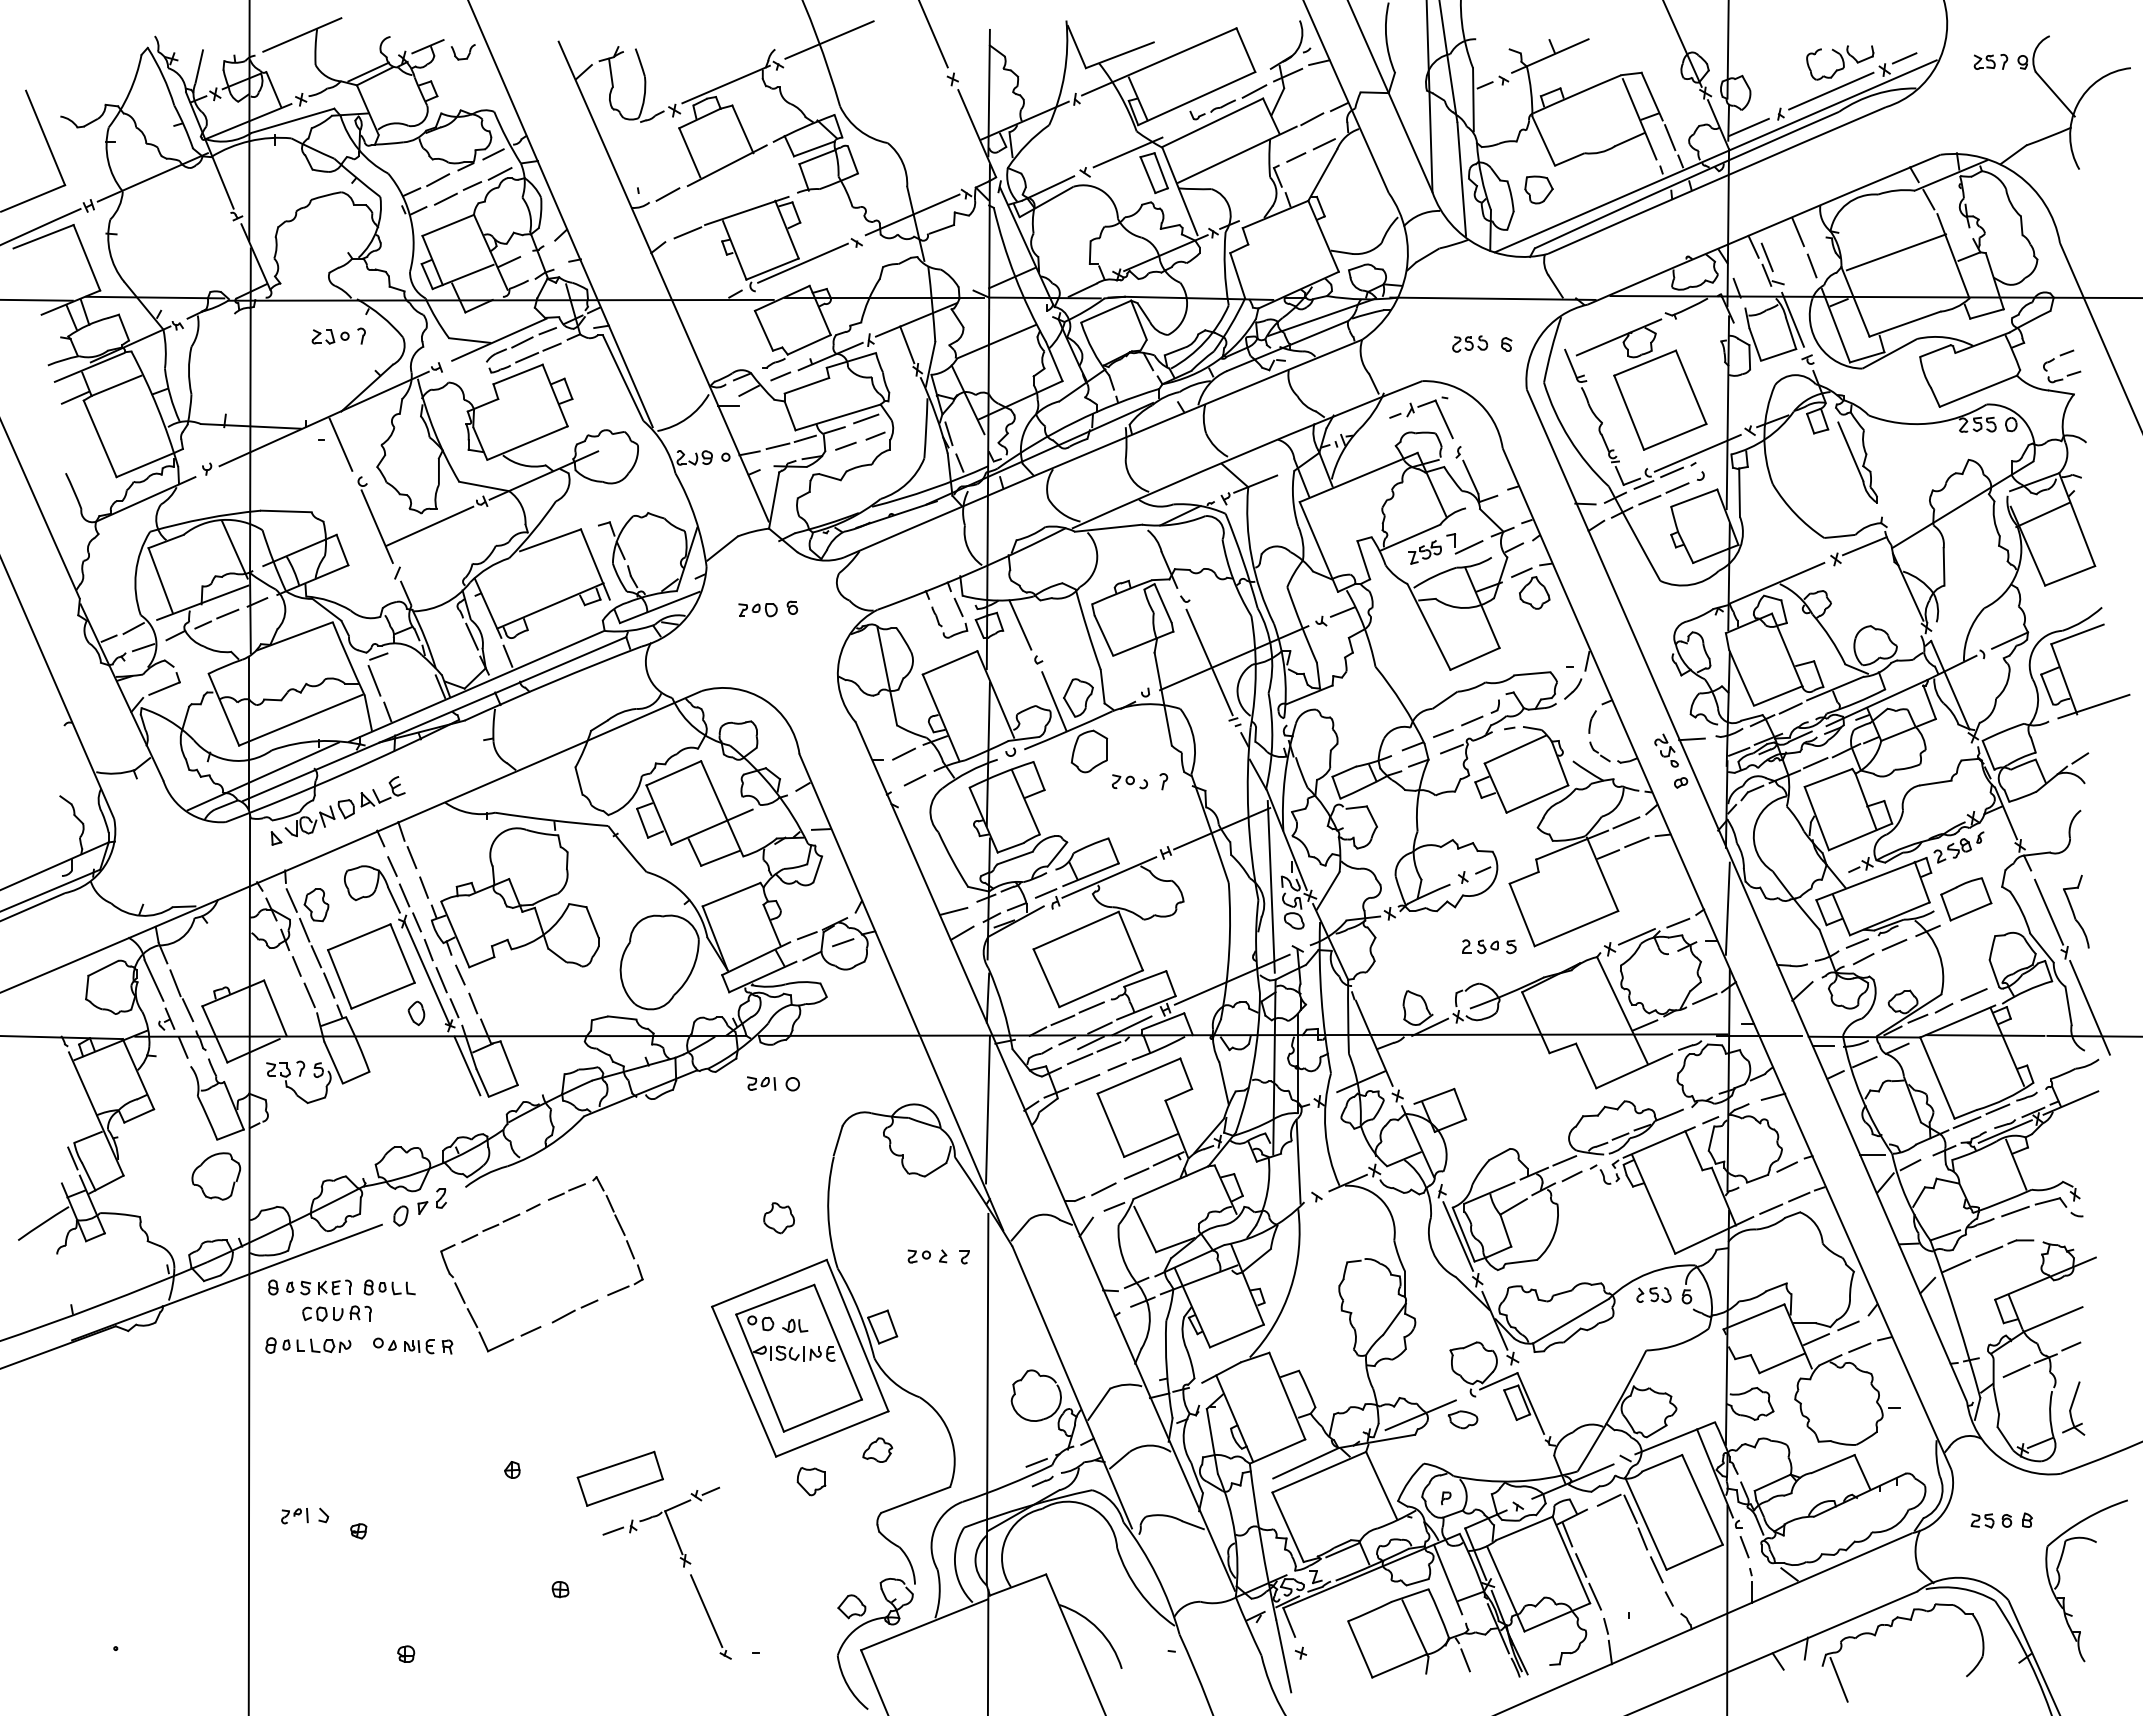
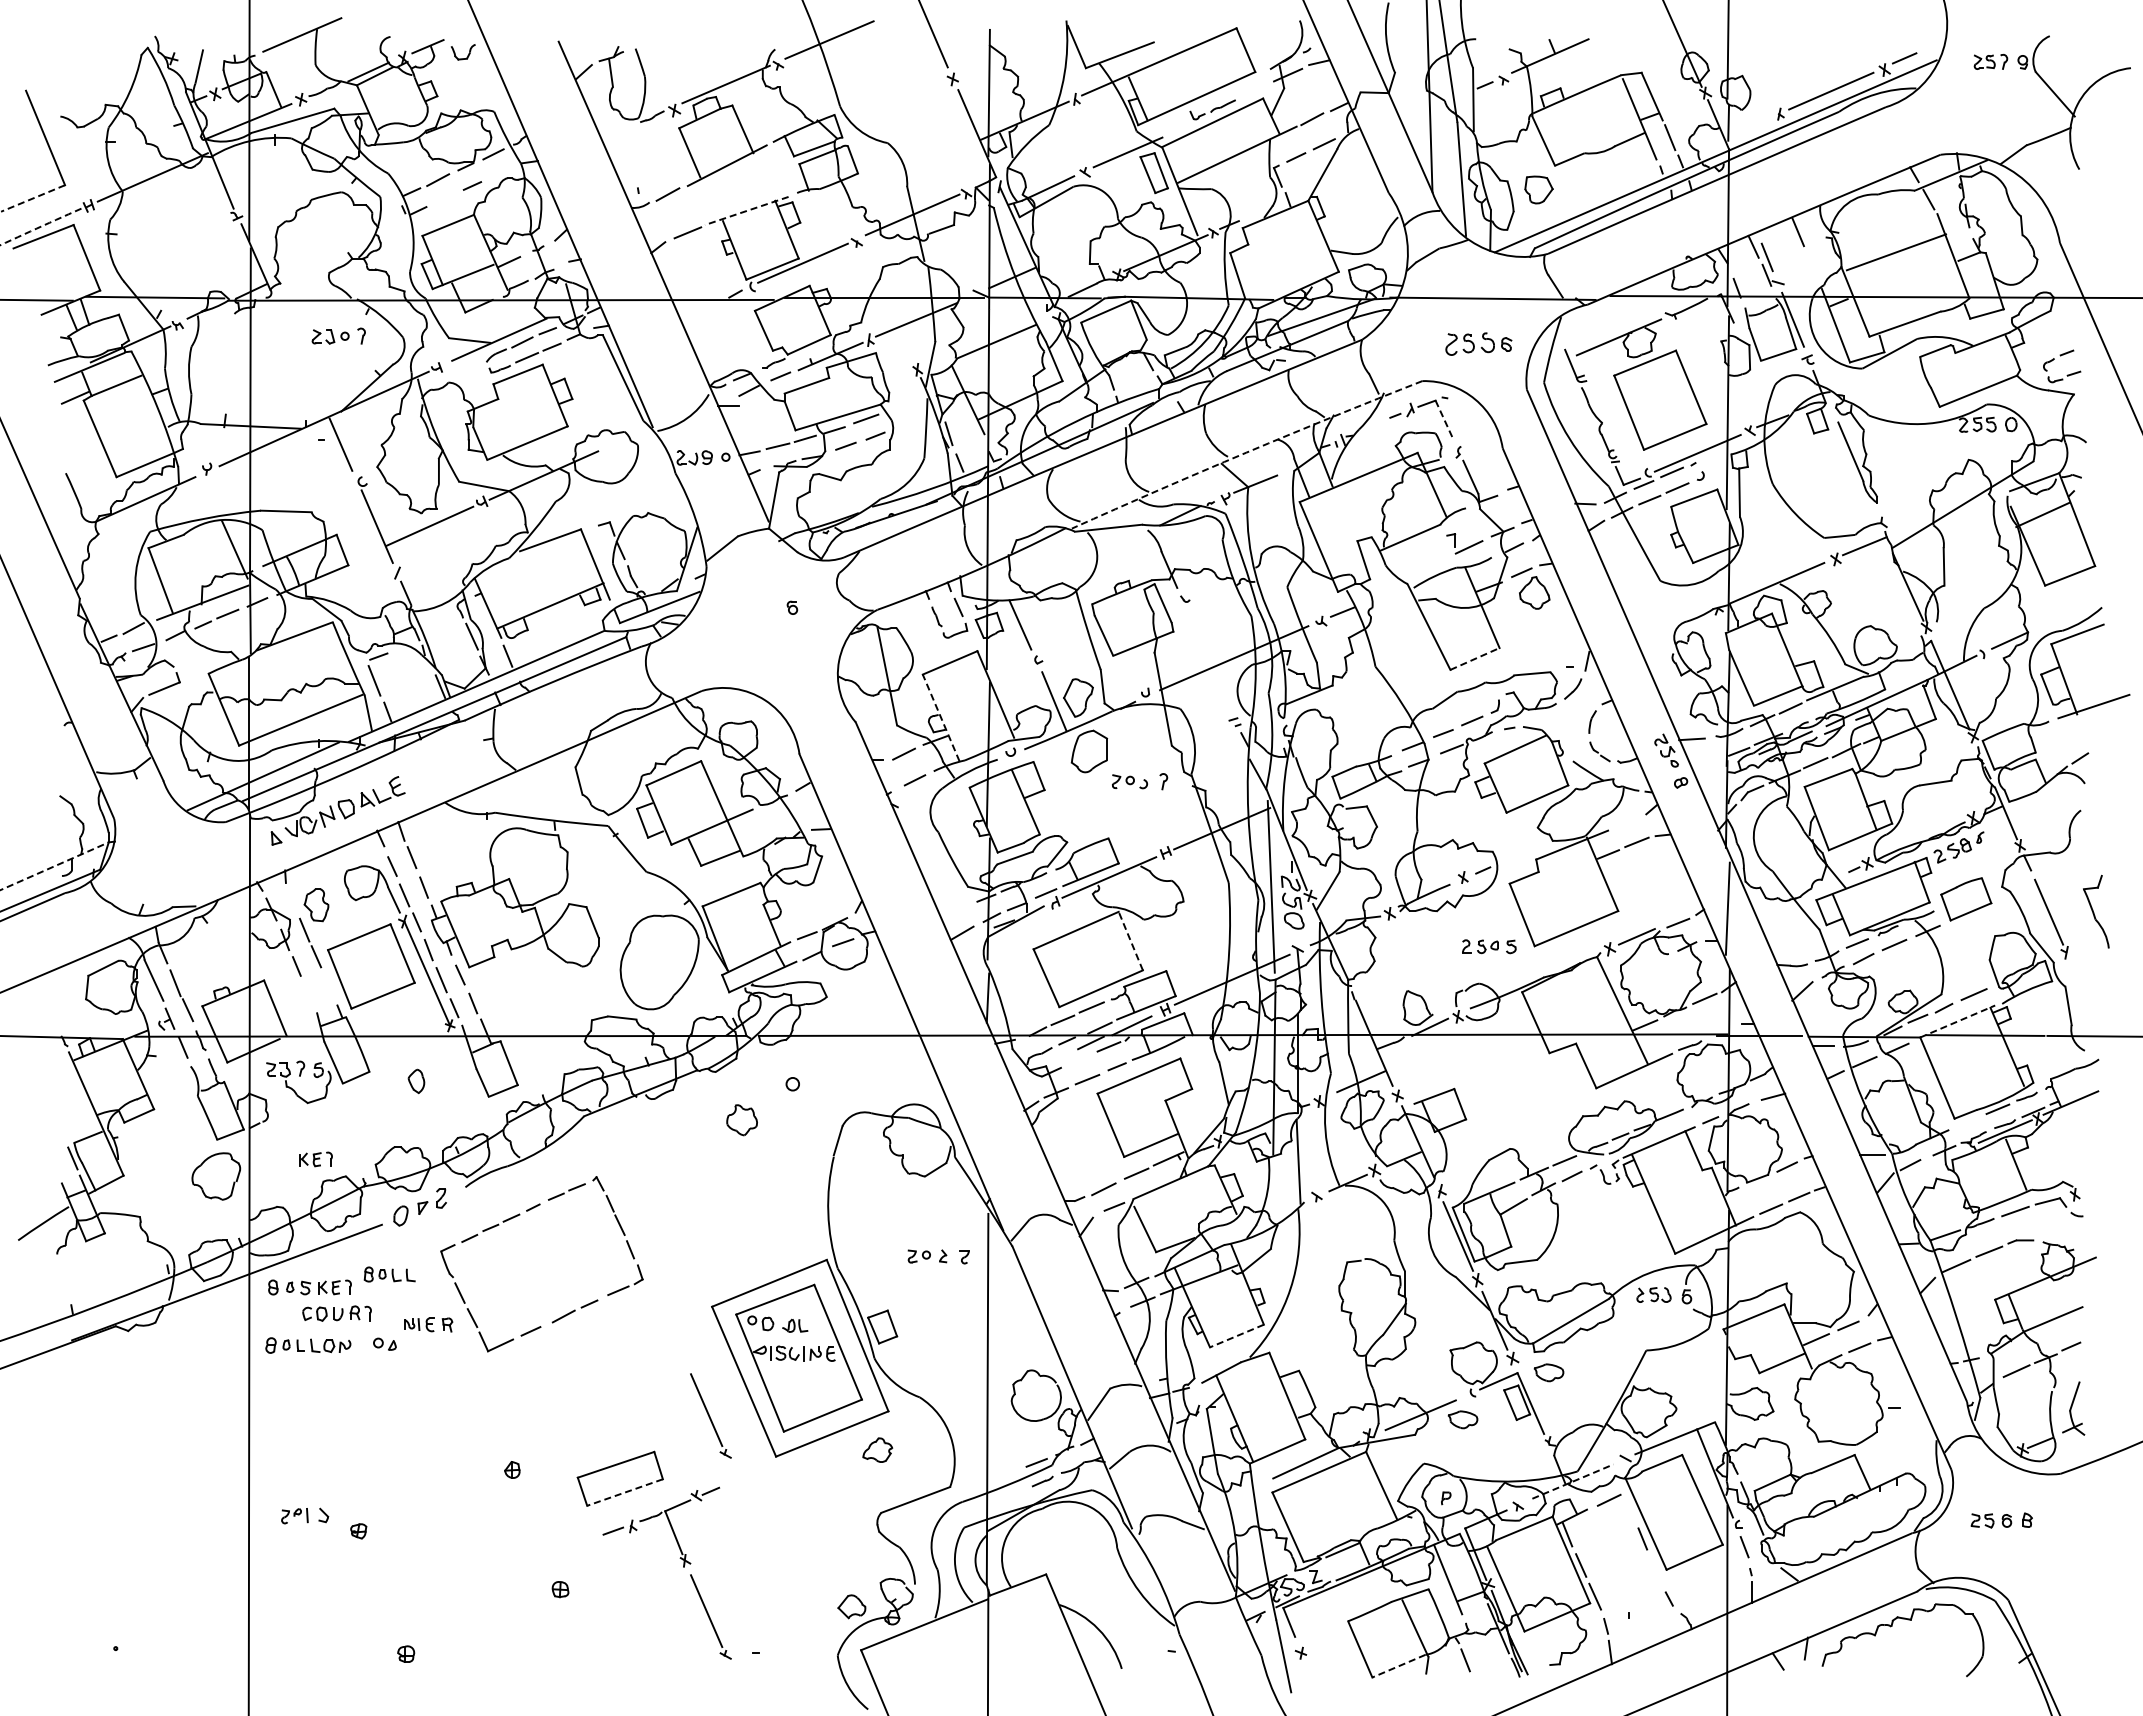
part at (1840, 62): present -> none
line at (1254, 91): present -> none
line at (1748, 127): present -> none
line at (499, 173): present -> none
line at (33, 198): solid -> dashed
line at (445, 198): present -> none
line at (746, 211): solid -> dashed
arc at (40, 226): solid -> dashed
line at (1811, 265): present -> none
part at (1469, 343) size: 36x18 px -> 50x24 px
line at (907, 344): present -> none
line at (1444, 419): solid -> dashed
arc at (1246, 452): solid -> dashed
part at (1424, 552): present -> none
part at (757, 610): present -> none
line at (1475, 658): solid -> dashed
line at (1209, 662): present -> none
line at (940, 717): solid -> dashed
line at (1626, 822): present -> none
line at (55, 866): solid -> dashed
line at (291, 900): present -> none
line at (953, 910): present -> none
part at (2076, 911) position: (2076, 911) -> (2096, 911)
line at (1130, 941): solid -> dashed
line at (329, 985): present -> none
line at (309, 995): present -> none
line at (2089, 1007): present -> none
part at (416, 1013) position: (416, 1013) -> (416, 1081)
line at (1957, 1021): solid -> dashed
line at (1079, 1058): present -> none
line at (467, 1065): present -> none
part at (761, 1083): present -> none
line at (987, 1109): present -> none
line at (1966, 1122): present -> none
part at (315, 1159): none -> present
part at (778, 1218) position: (778, 1218) -> (741, 1120)
part at (389, 1287) position: (389, 1287) -> (389, 1274)
line at (1236, 1336): solid -> dashed
part at (428, 1346) position: (428, 1346) -> (428, 1324)
part at (1548, 1372): none -> present
part at (710, 1415): none -> present
part at (811, 1481): present -> none
line at (1573, 1481): solid -> dashed
line at (624, 1492): solid -> dashed
line at (1630, 1508): present -> none
line at (1656, 1569): present -> none
part at (2060, 1580): present -> none
line at (1398, 1666): solid -> dashed
line at (1838, 1679): present -> none
